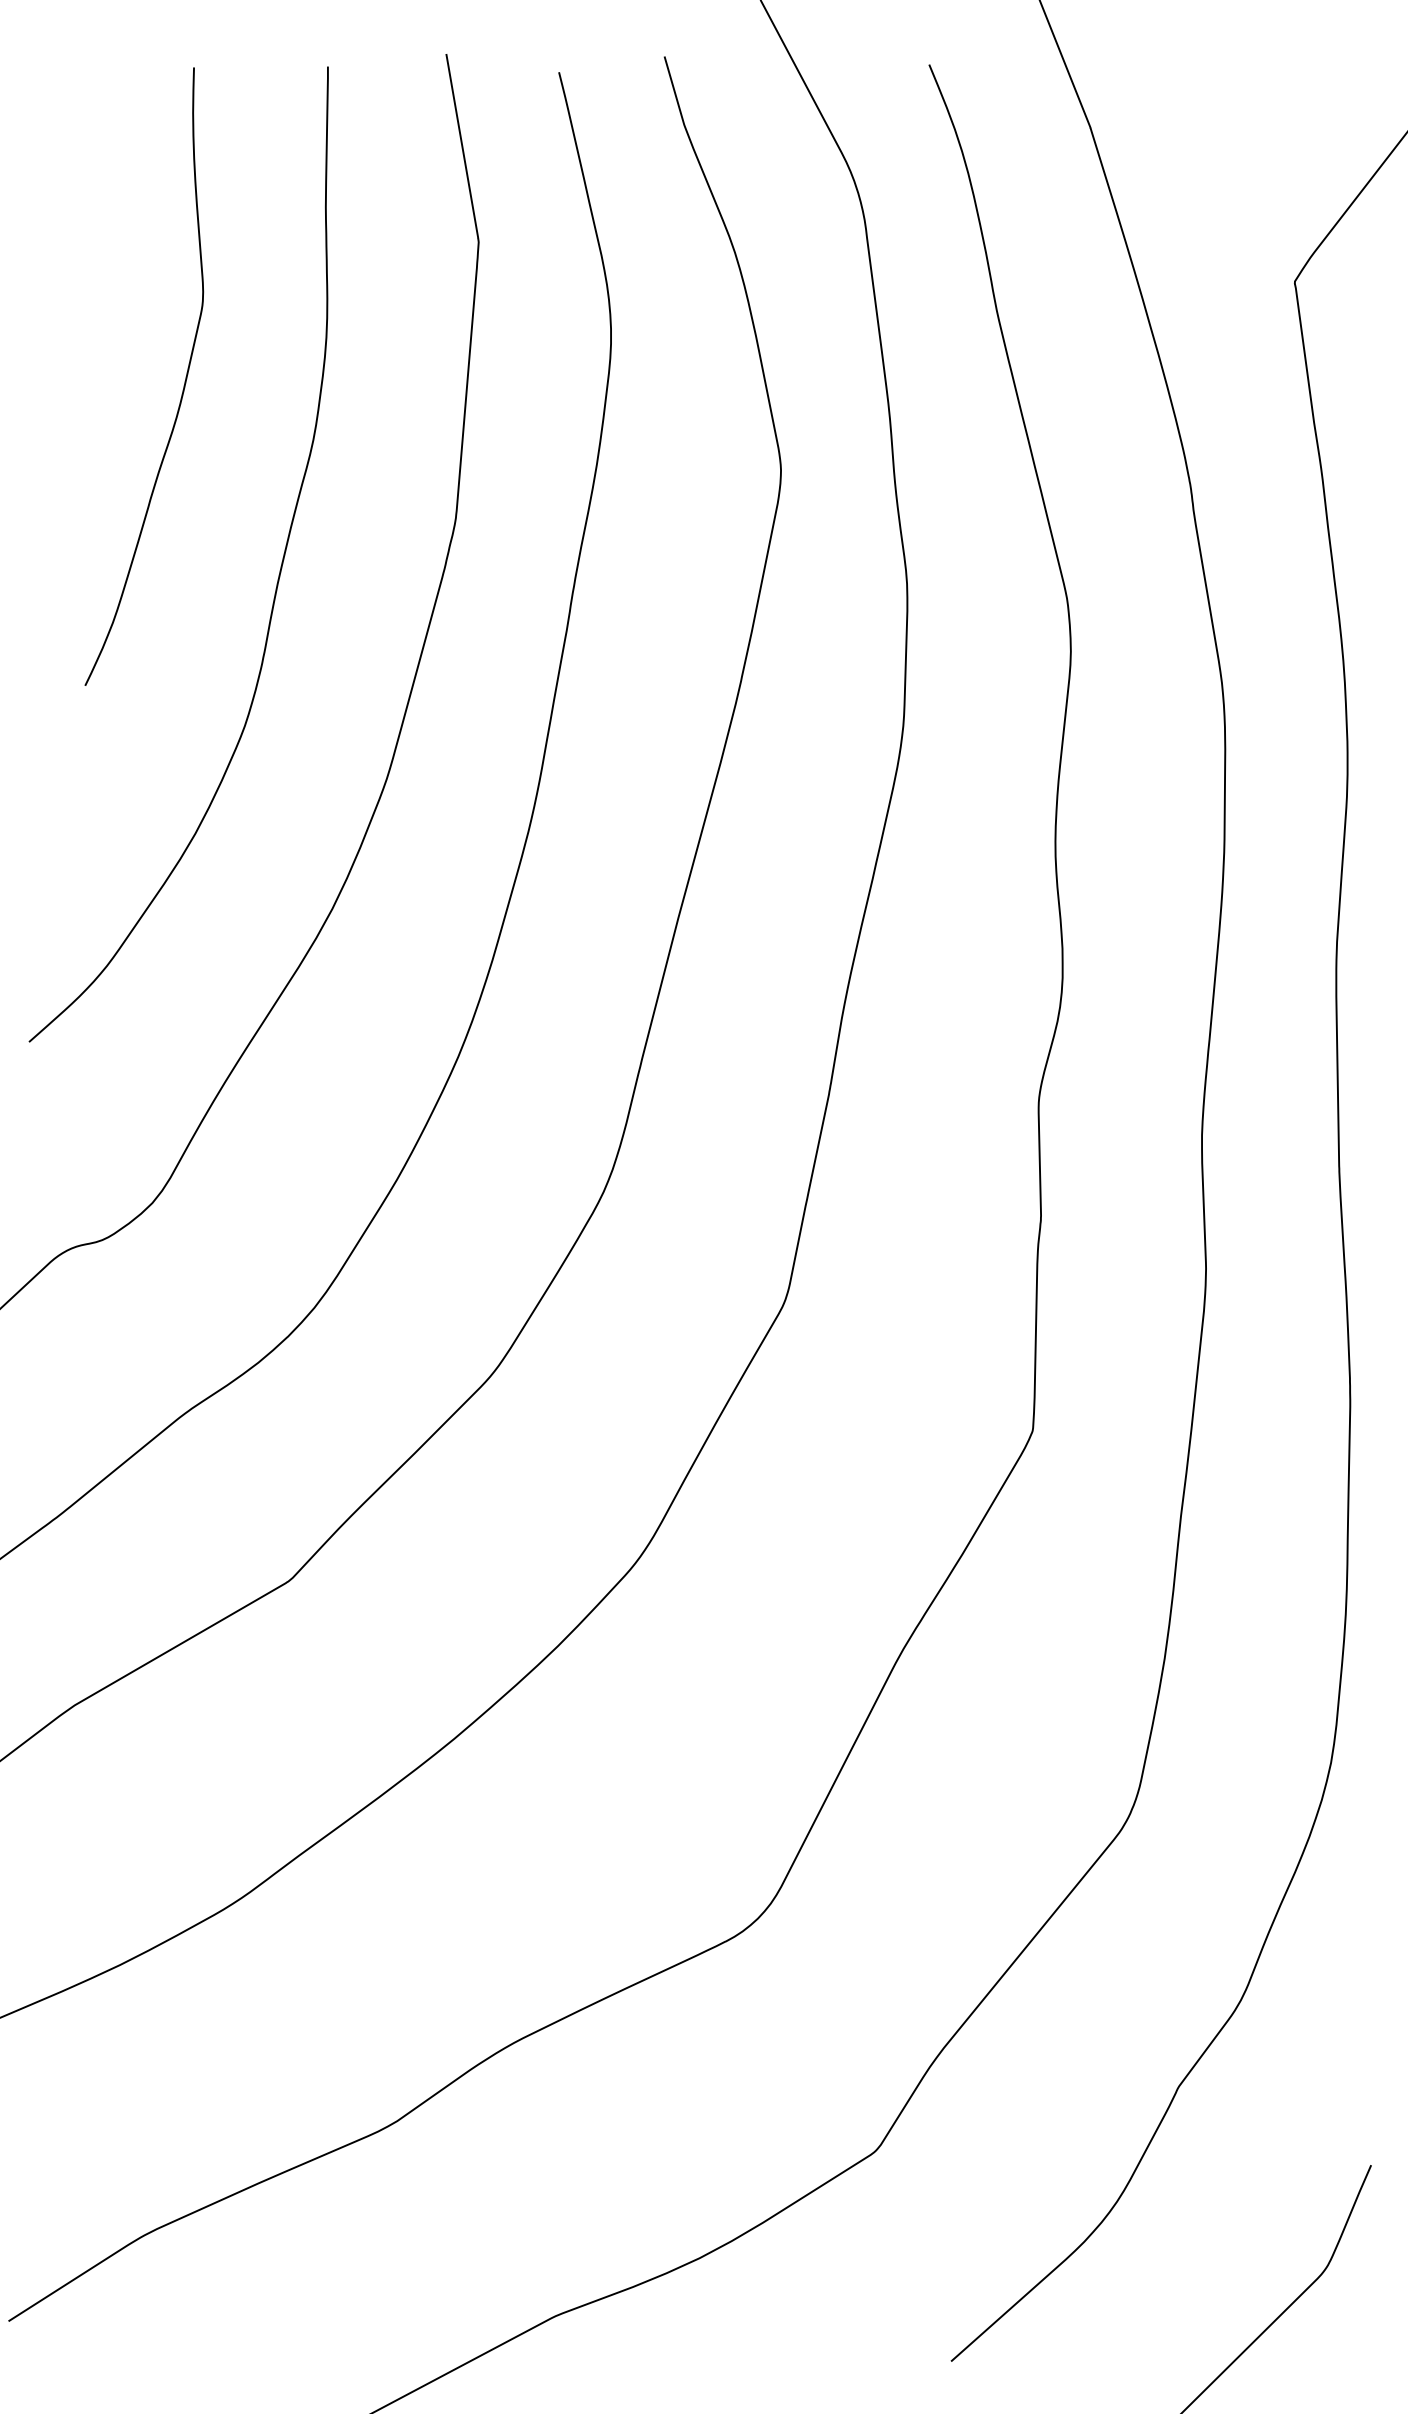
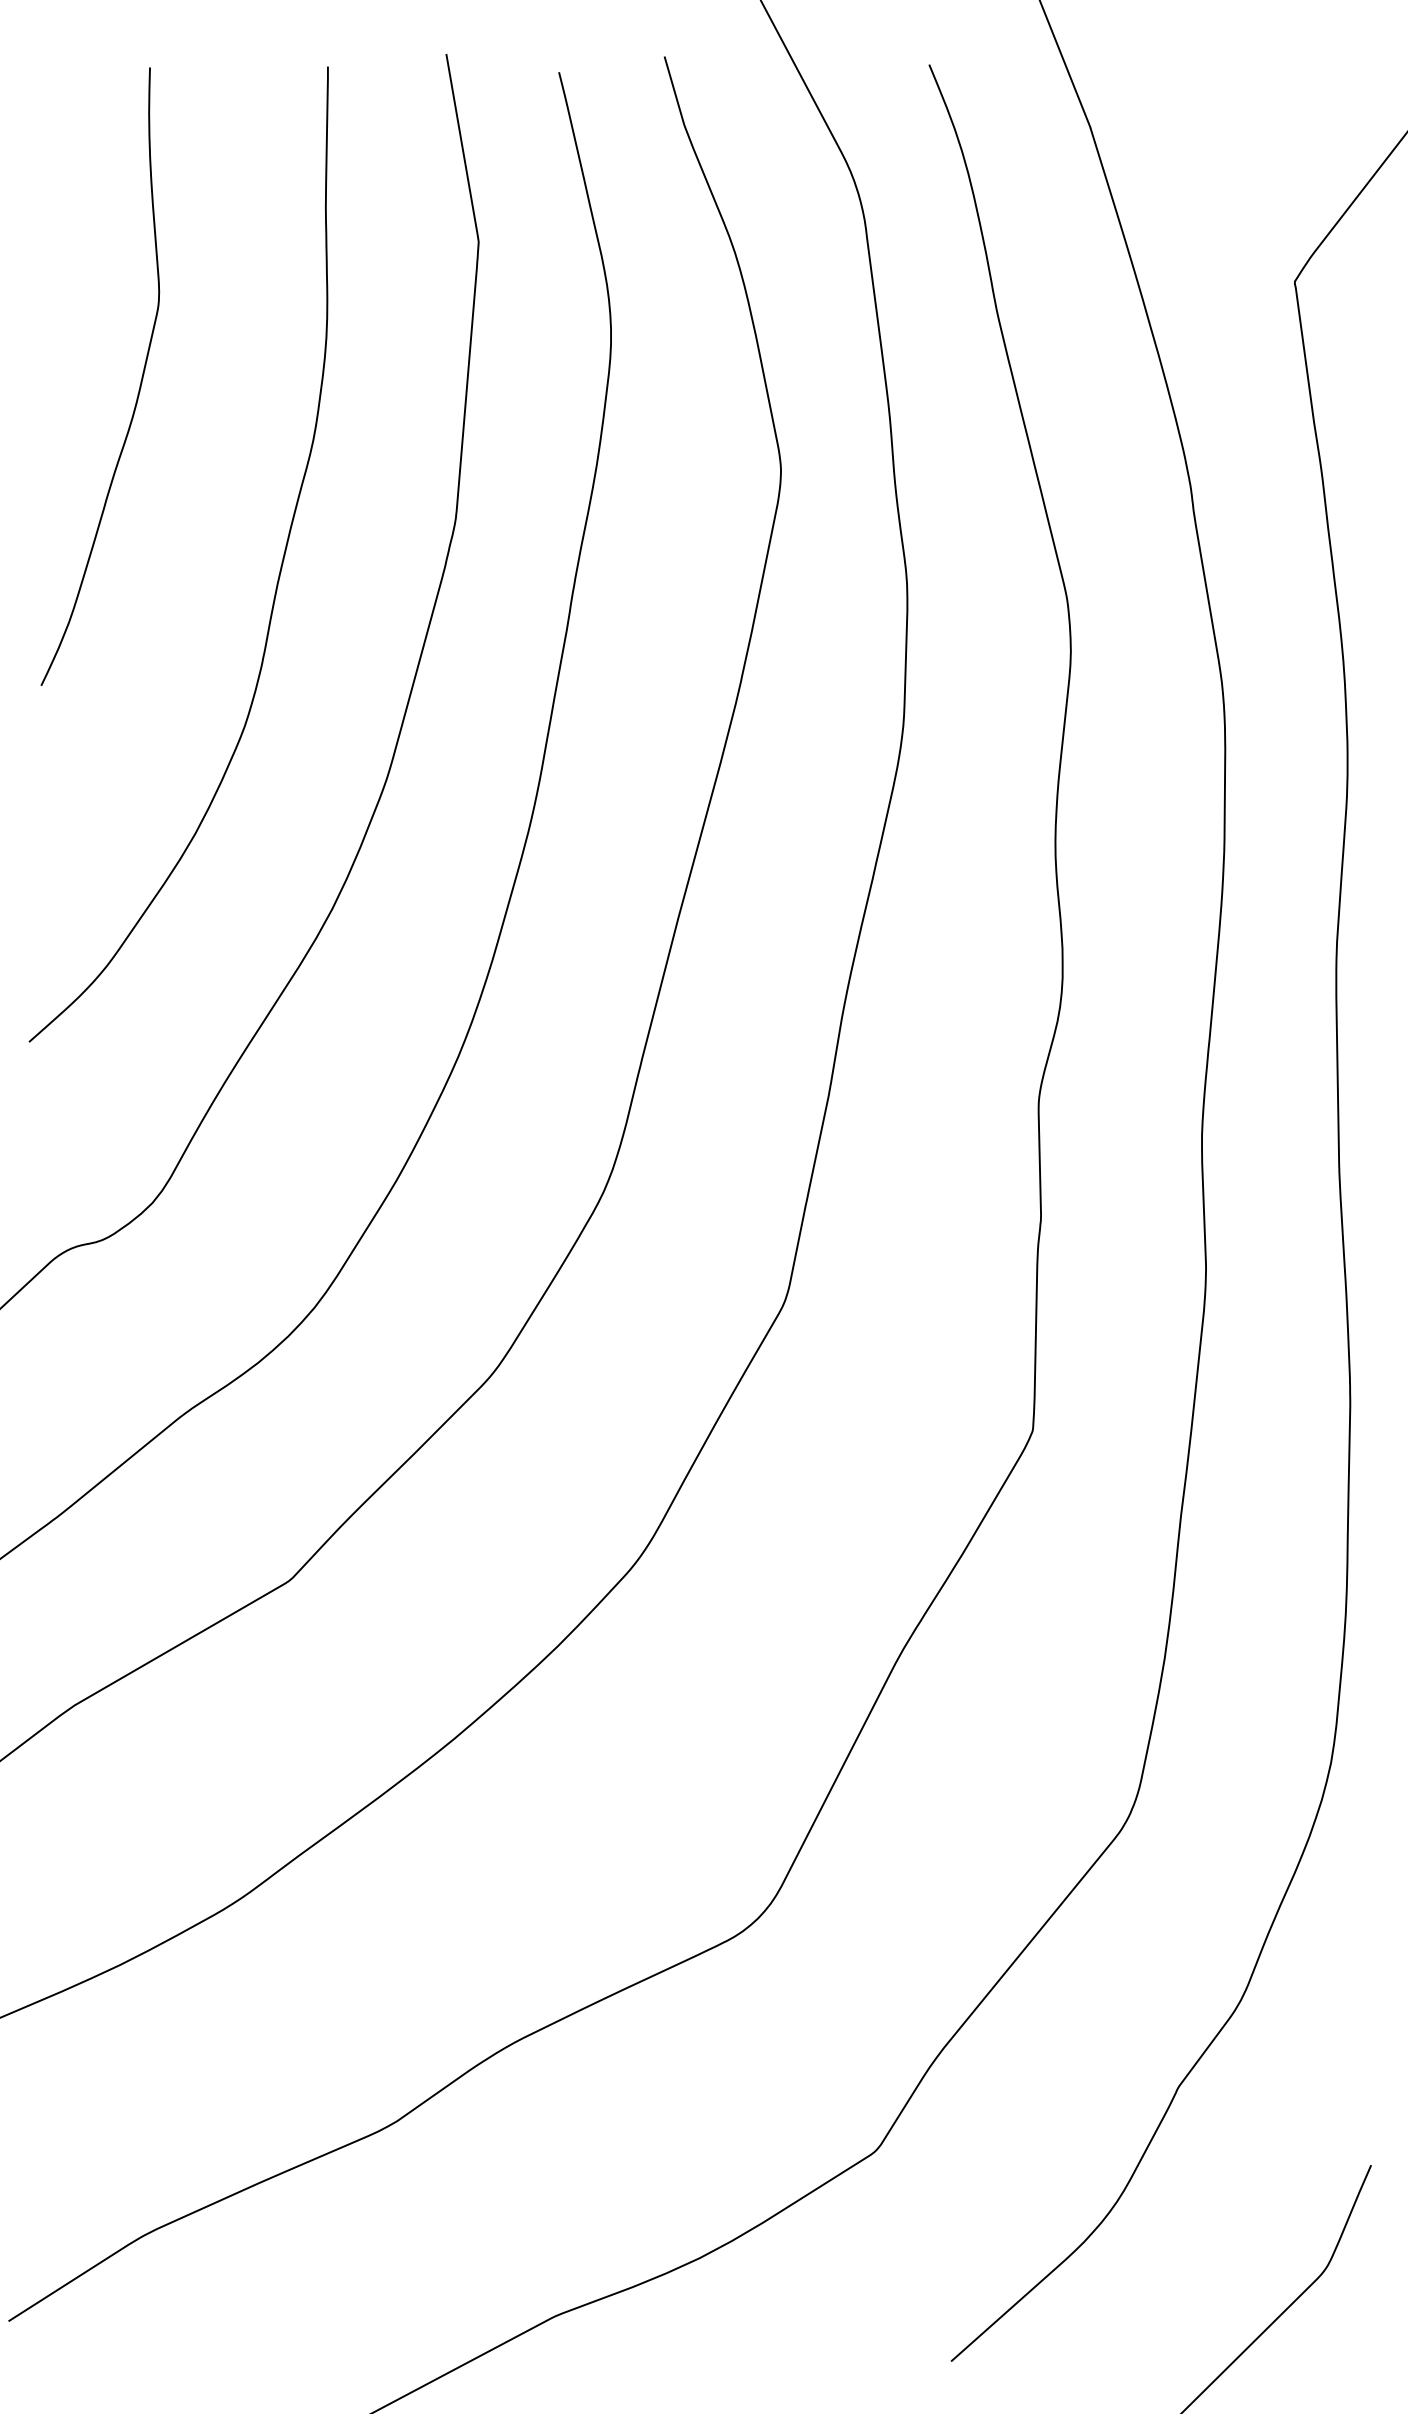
curve at (183, 385) position: (183, 385) -> (139, 385)
